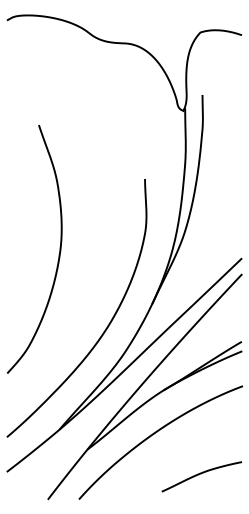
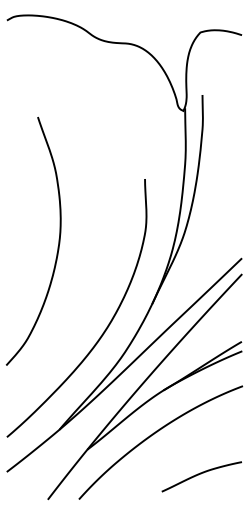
curve at (58, 254) position: (58, 254) -> (57, 246)
